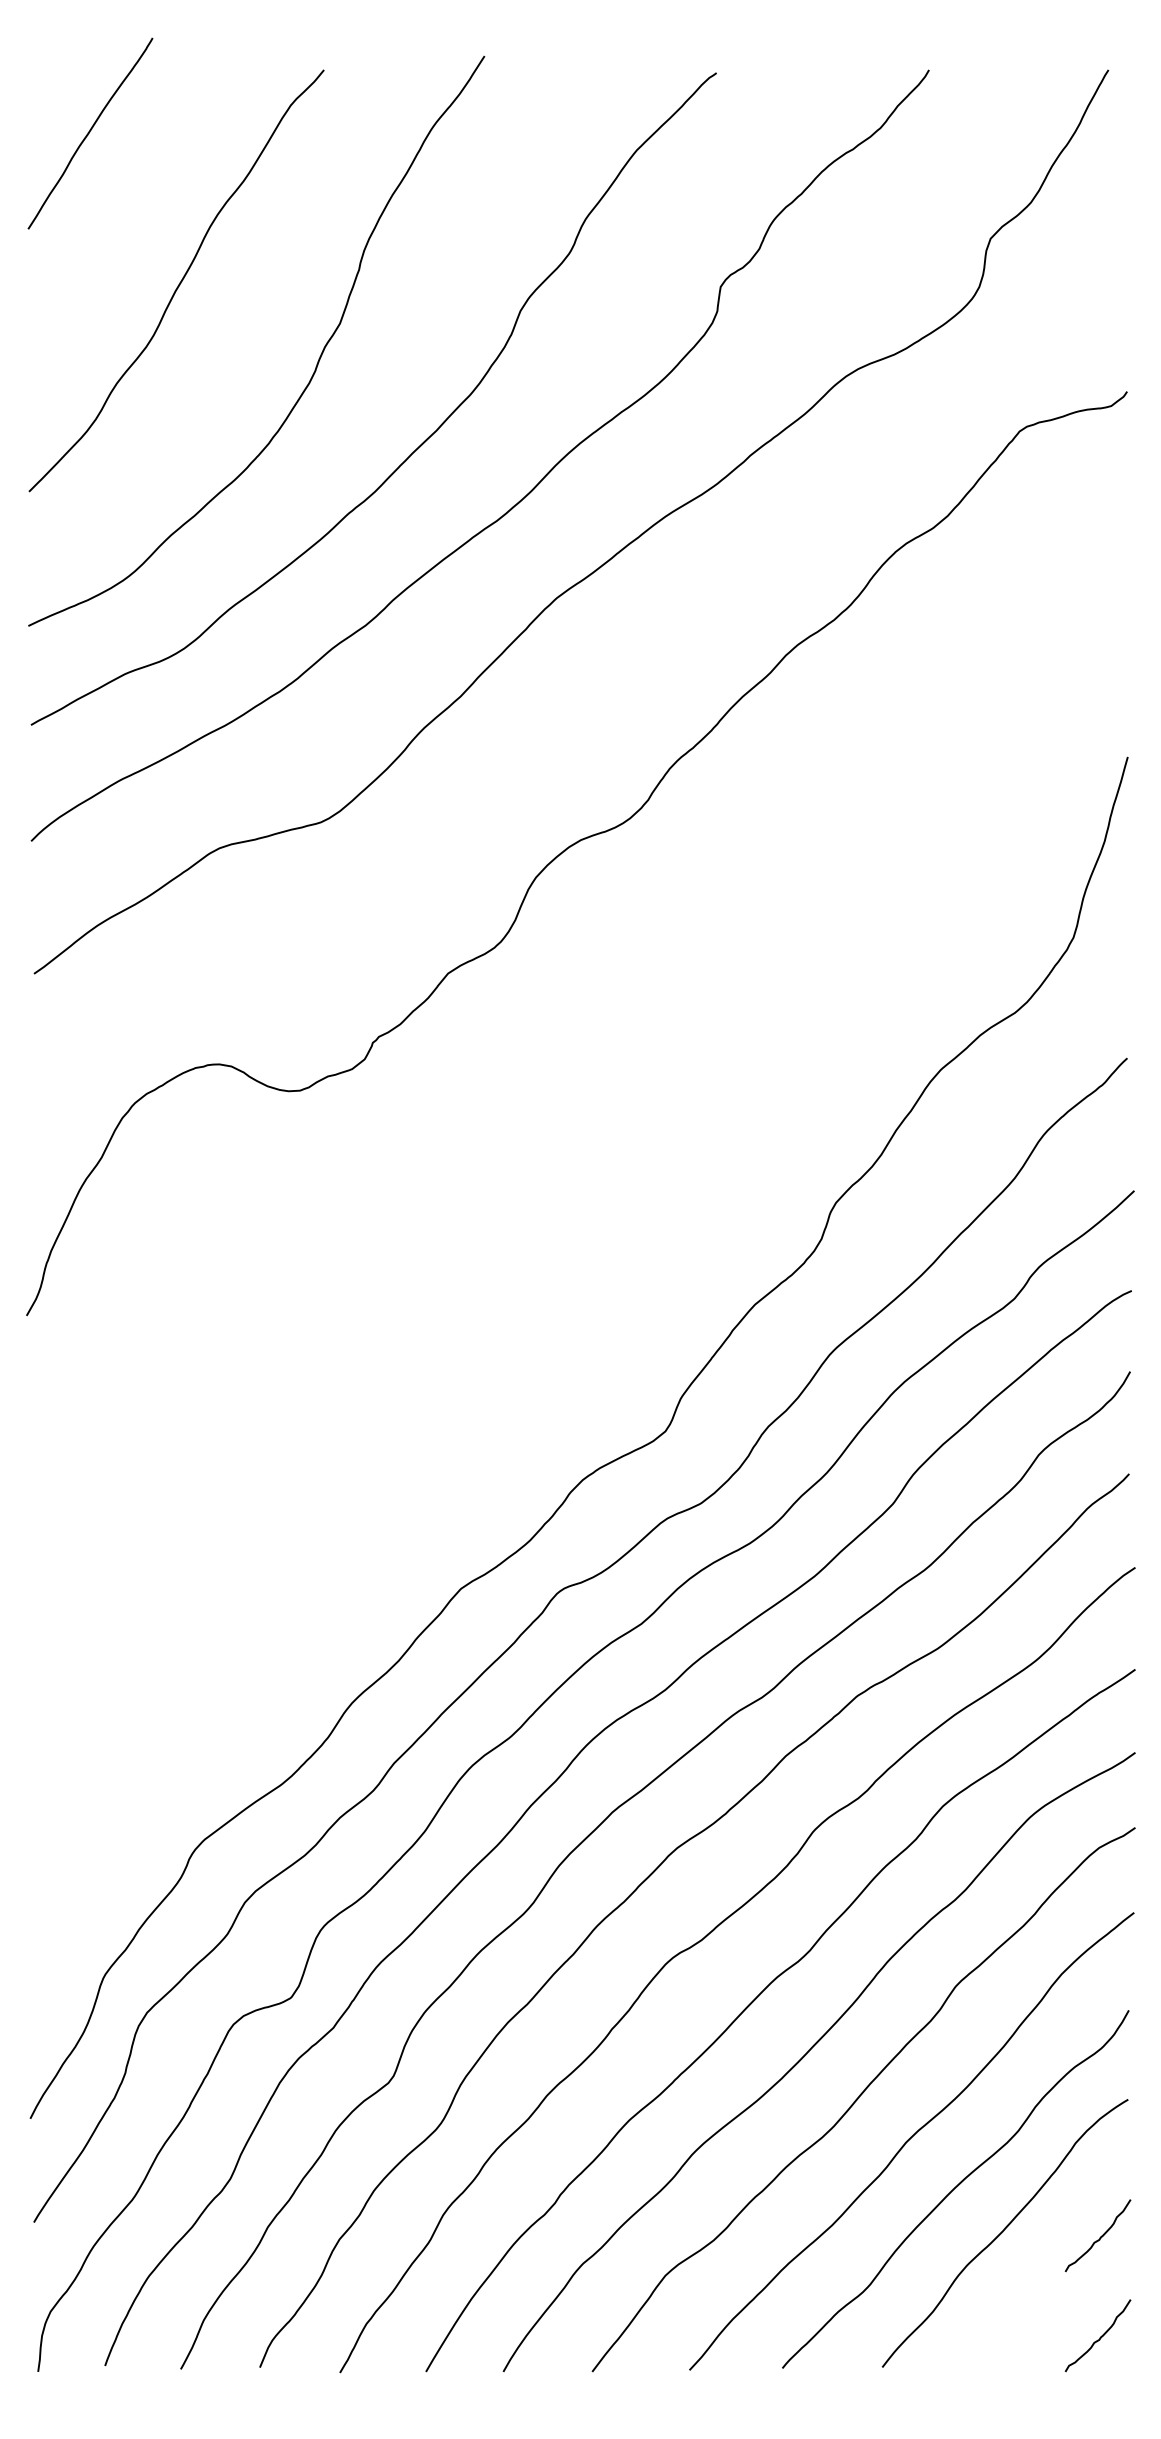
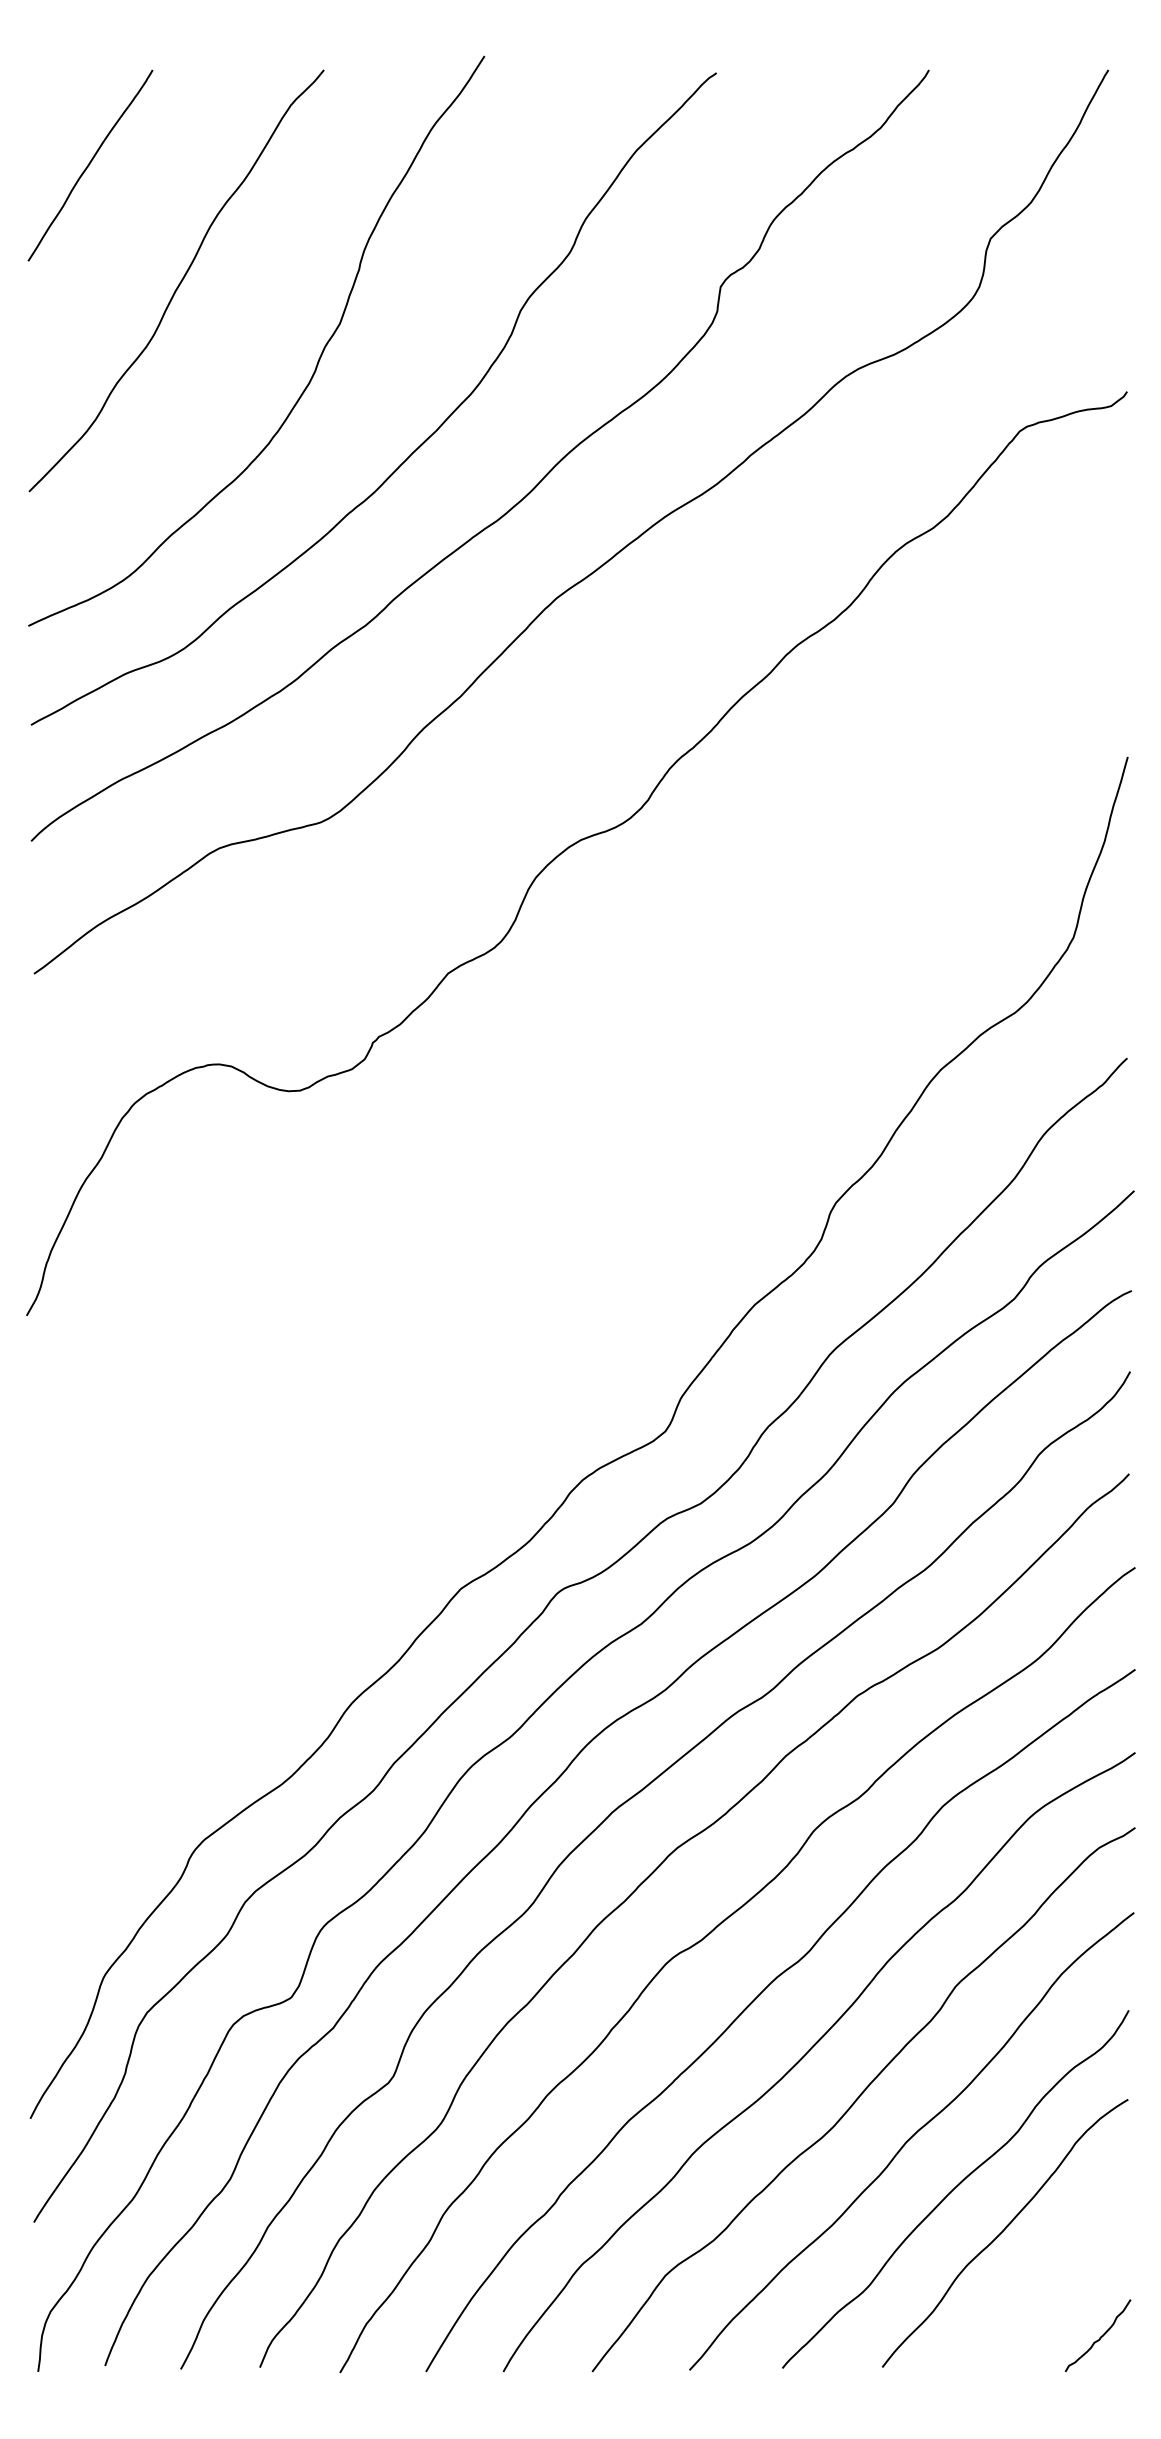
curve at (90, 132) position: (90, 132) -> (90, 164)
curve at (1099, 2237): present -> none
